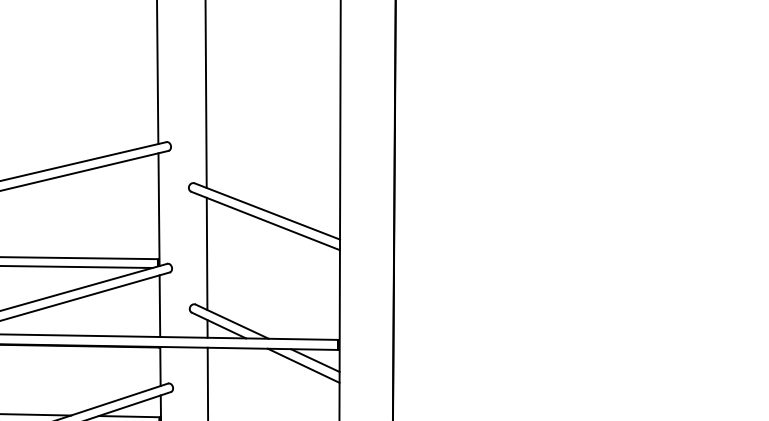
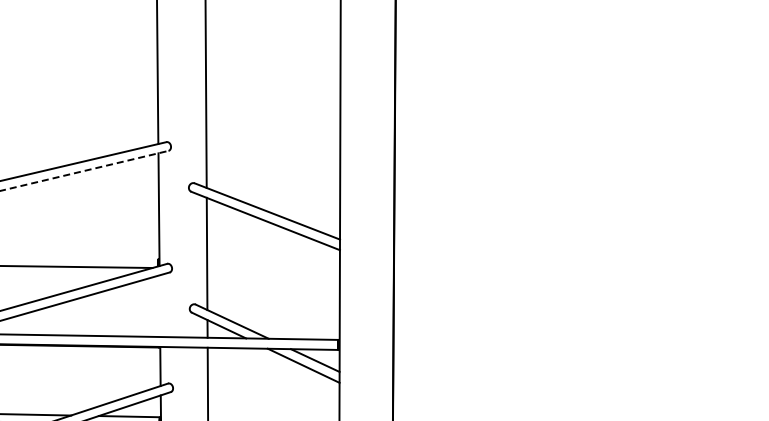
line at (85, 170): solid -> dashed
line at (80, 258): present -> none
line at (159, 306): present -> none
